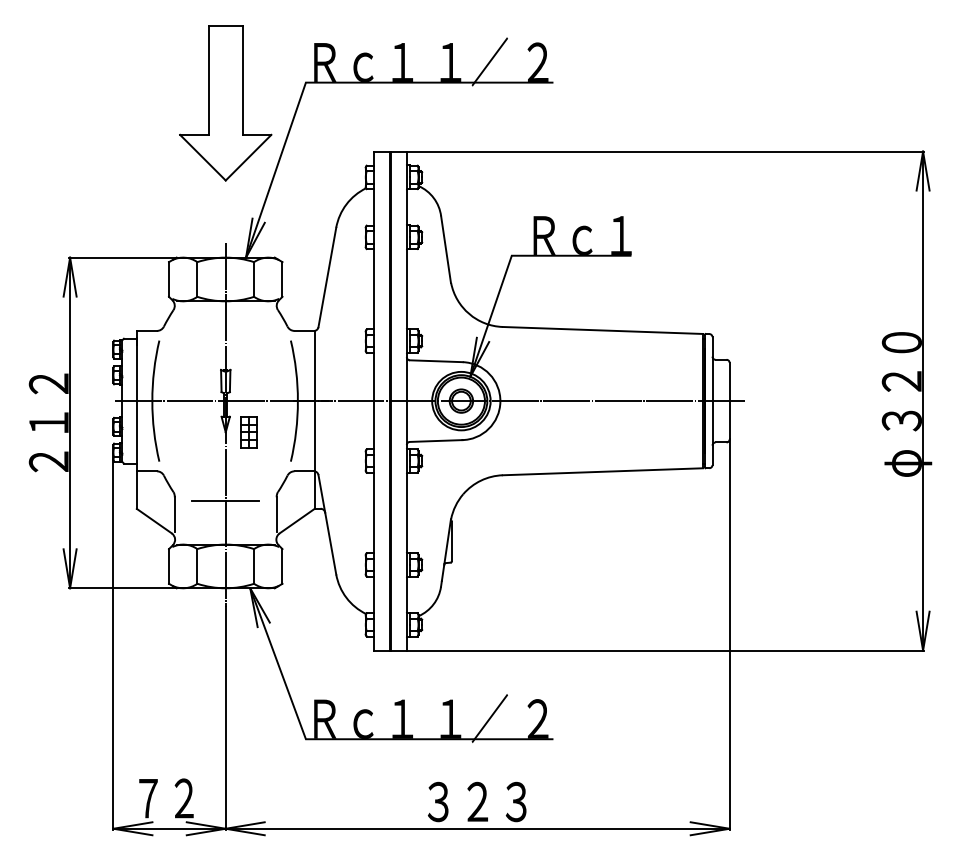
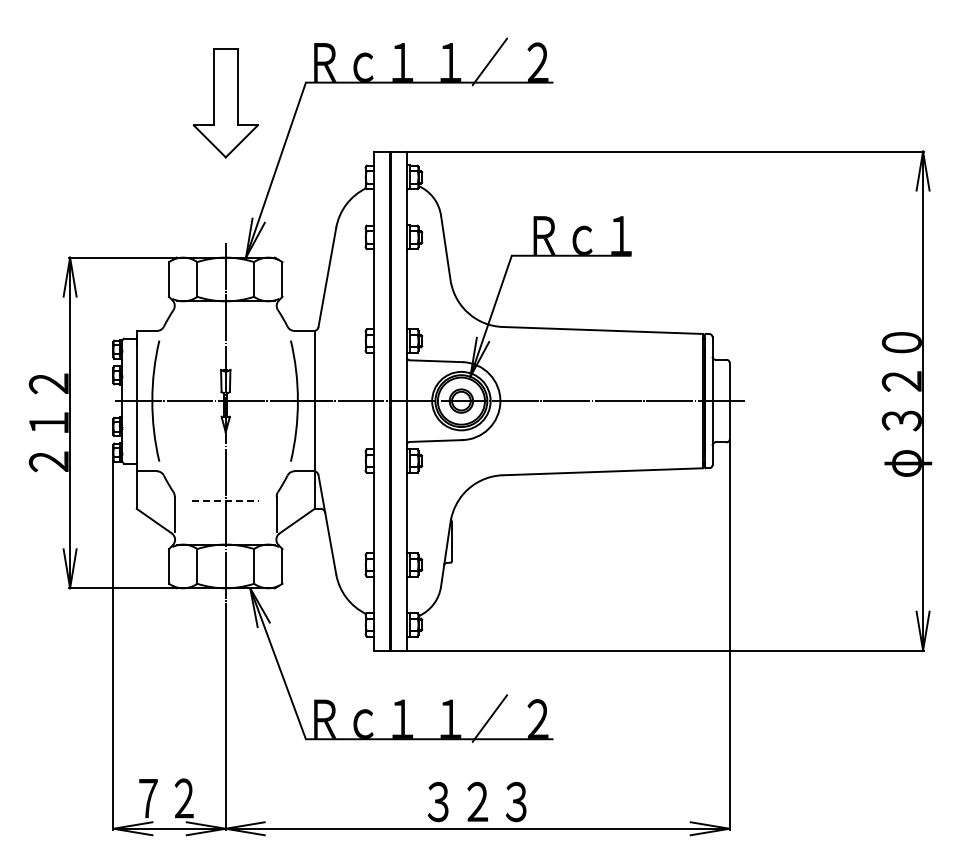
part at (225, 103) size: 94x157 px -> 67x111 px
part at (248, 432): present -> none
line at (225, 500): solid -> dashed
